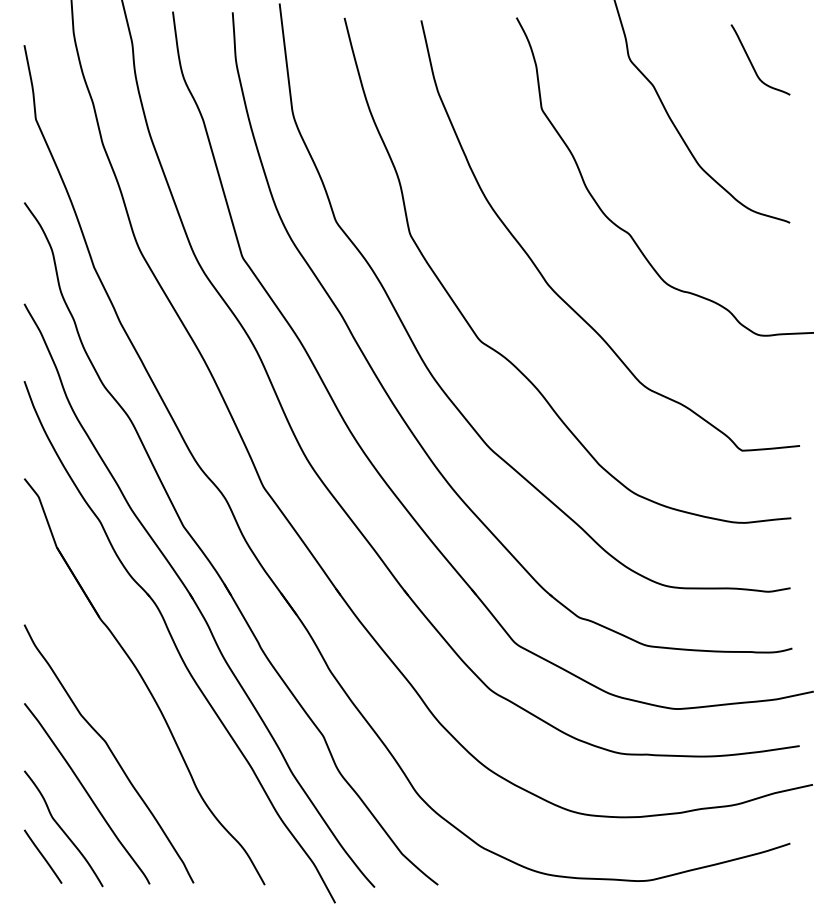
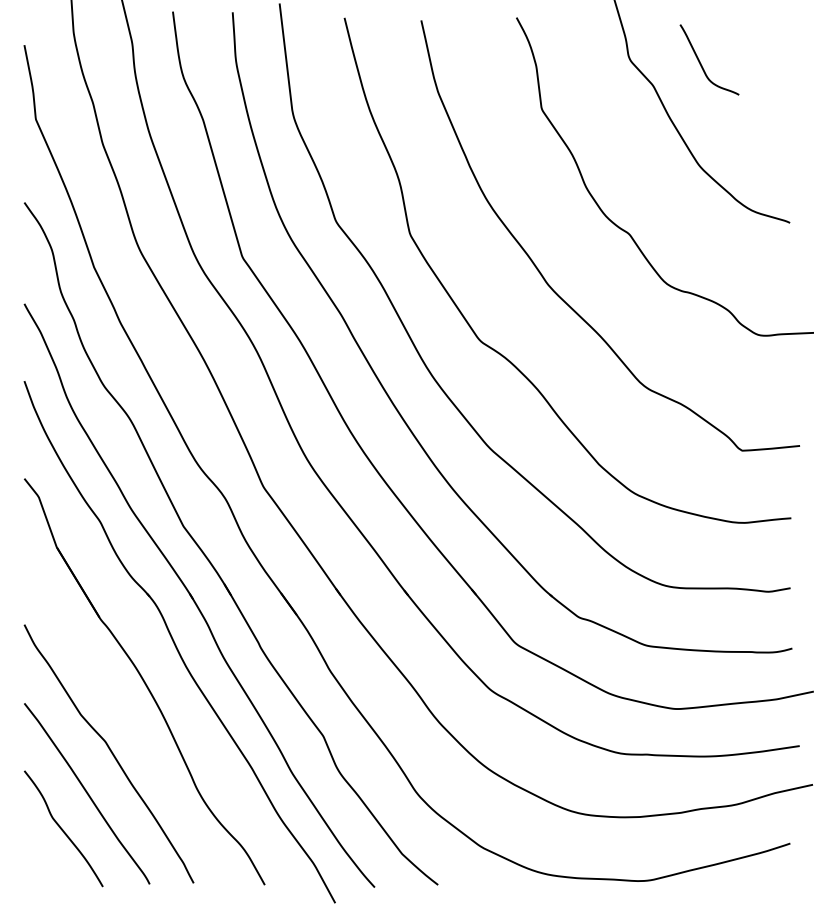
curve at (752, 63) position: (752, 63) -> (701, 63)
line at (42, 856): present -> none
